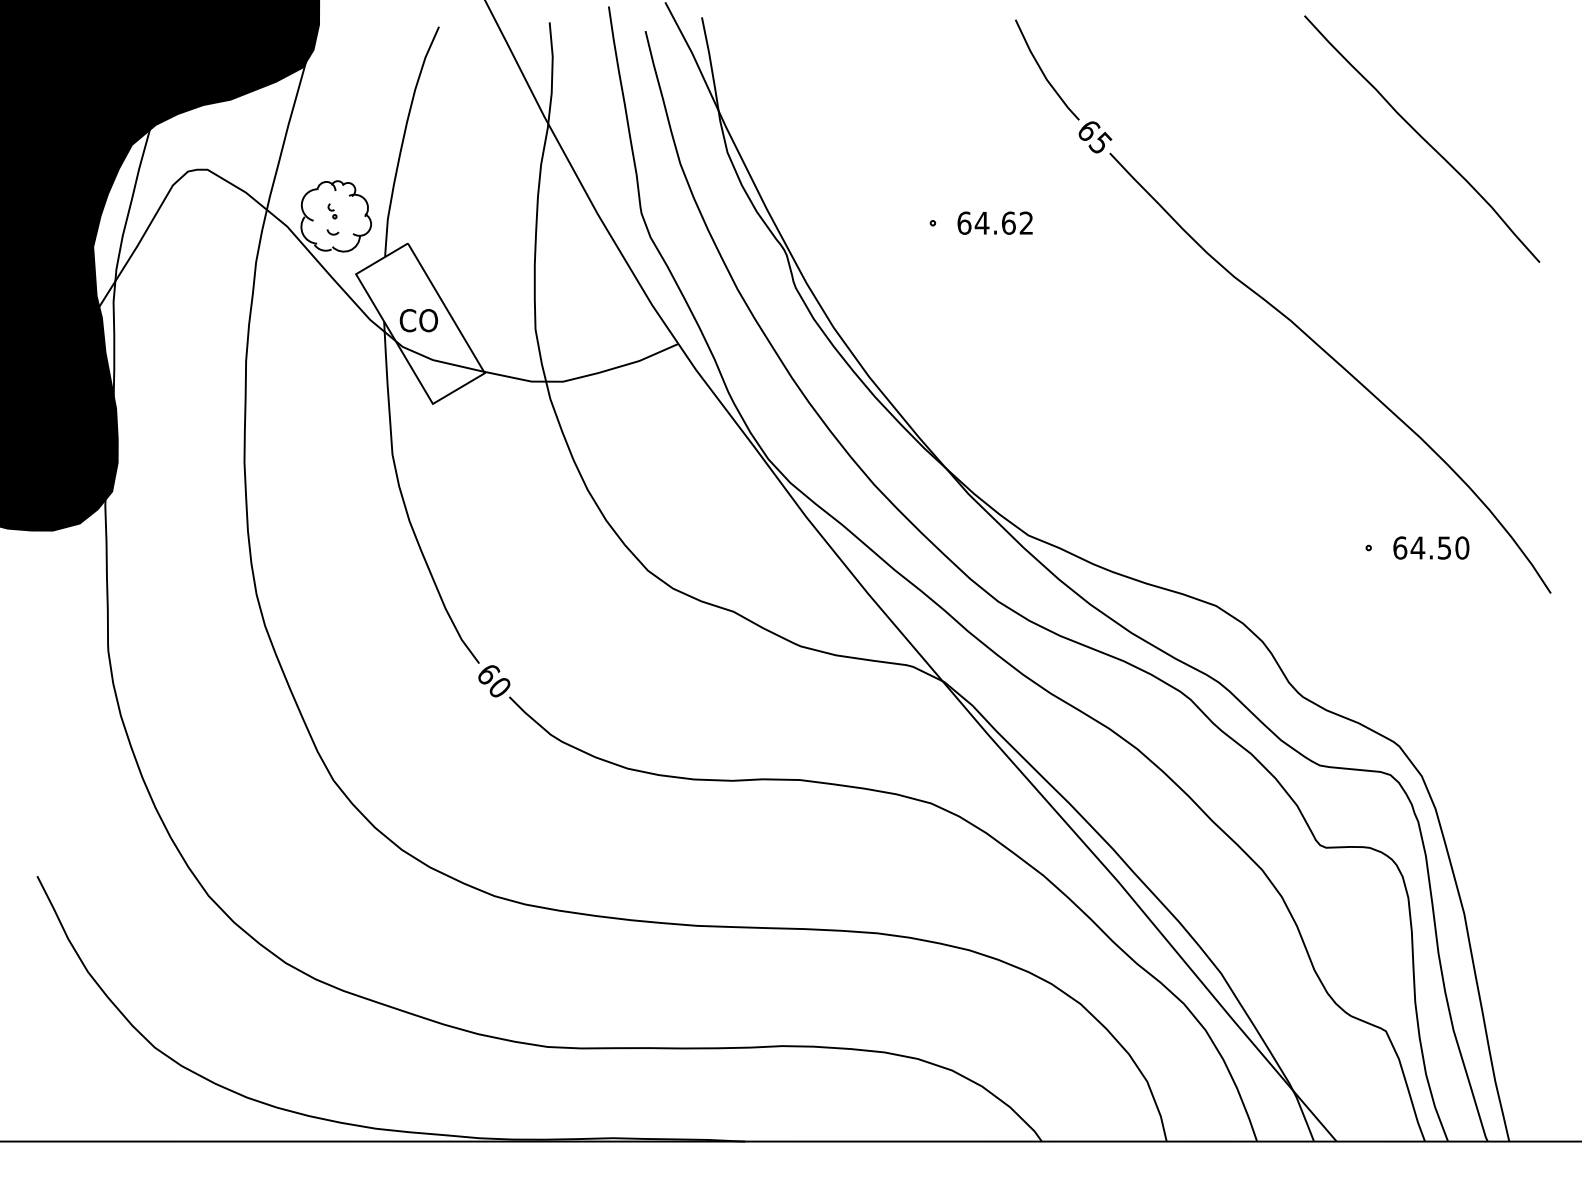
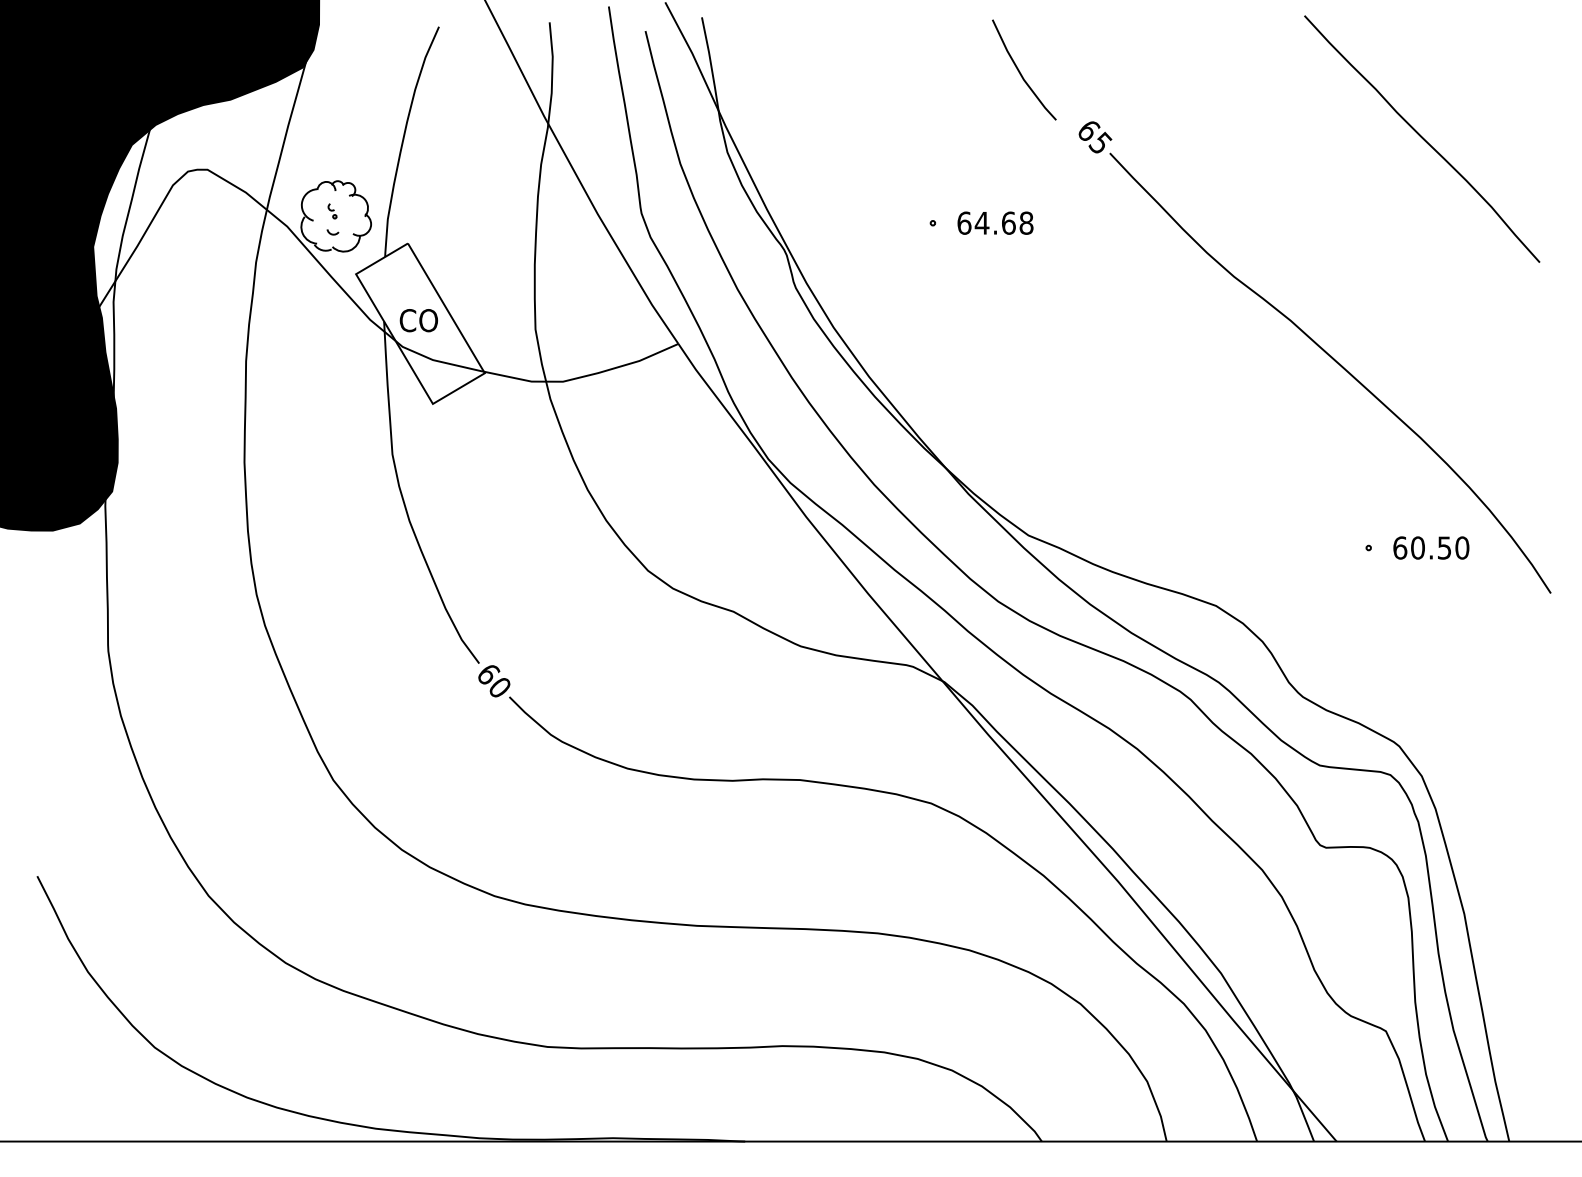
line at (1043, 71) position: (1043, 71) -> (1020, 71)
text at (1026, 222): 64.62 -> 64.68
text at (1417, 547): 64.50 -> 60.50
